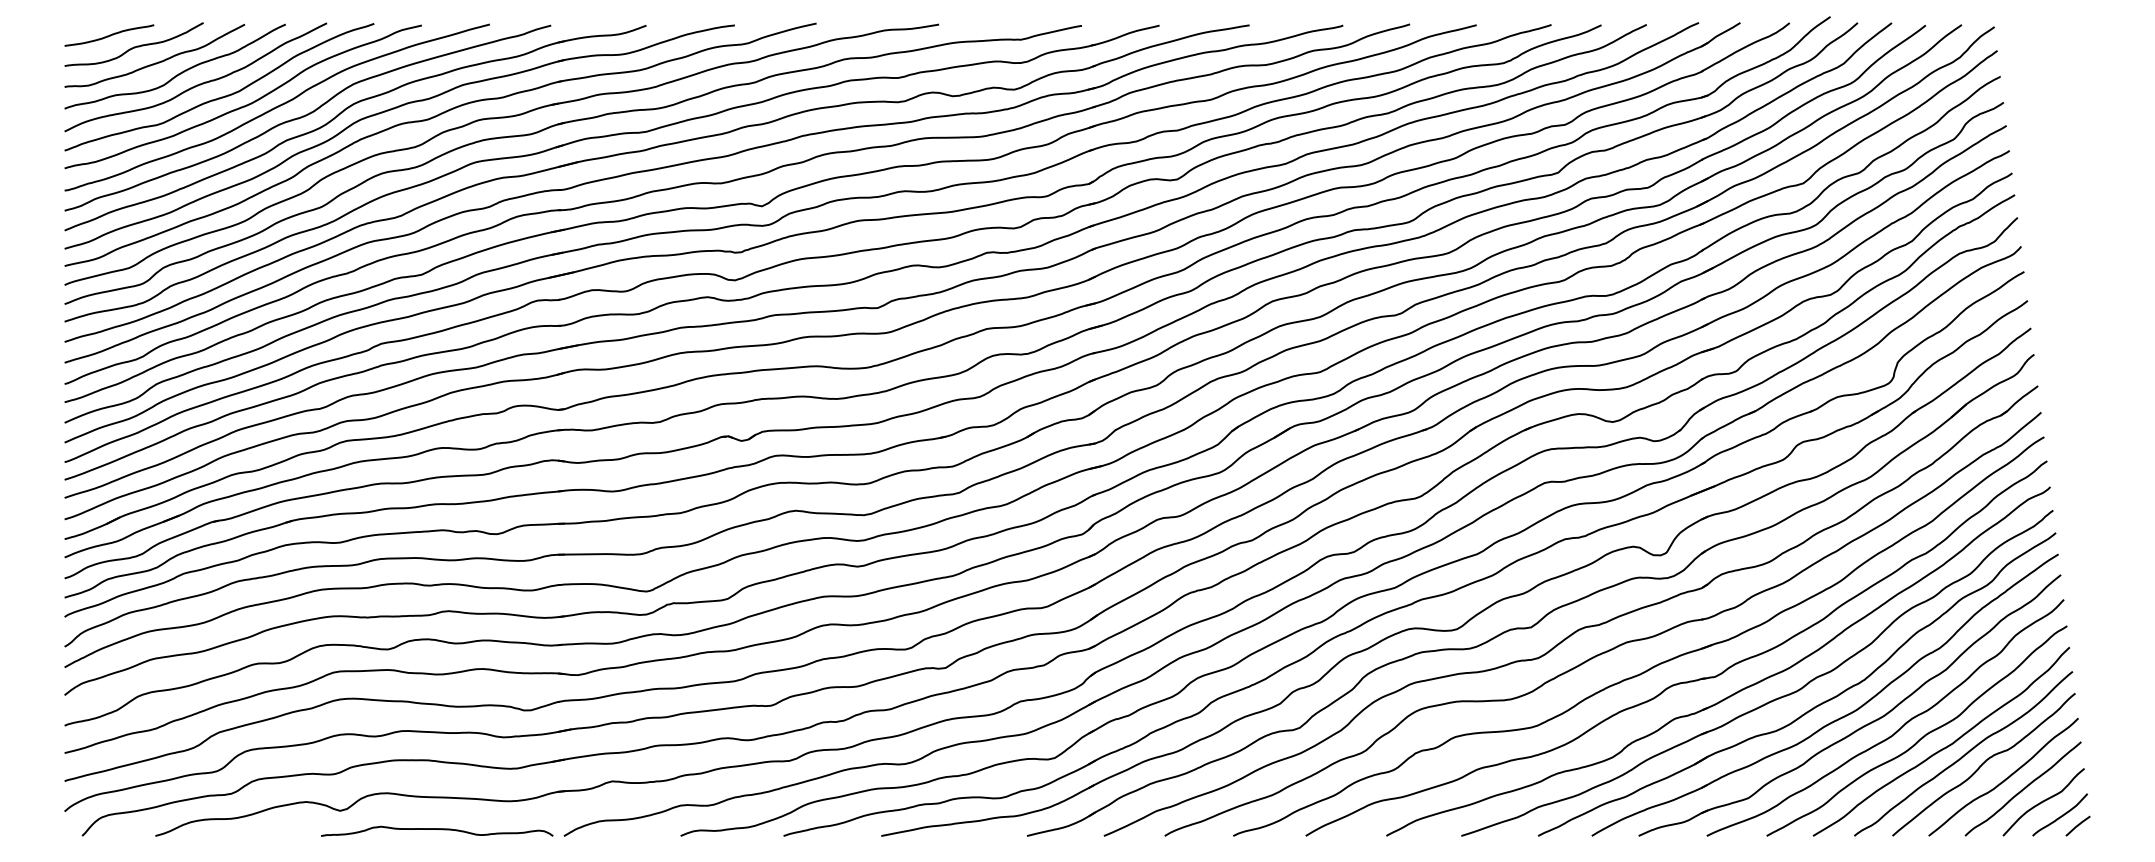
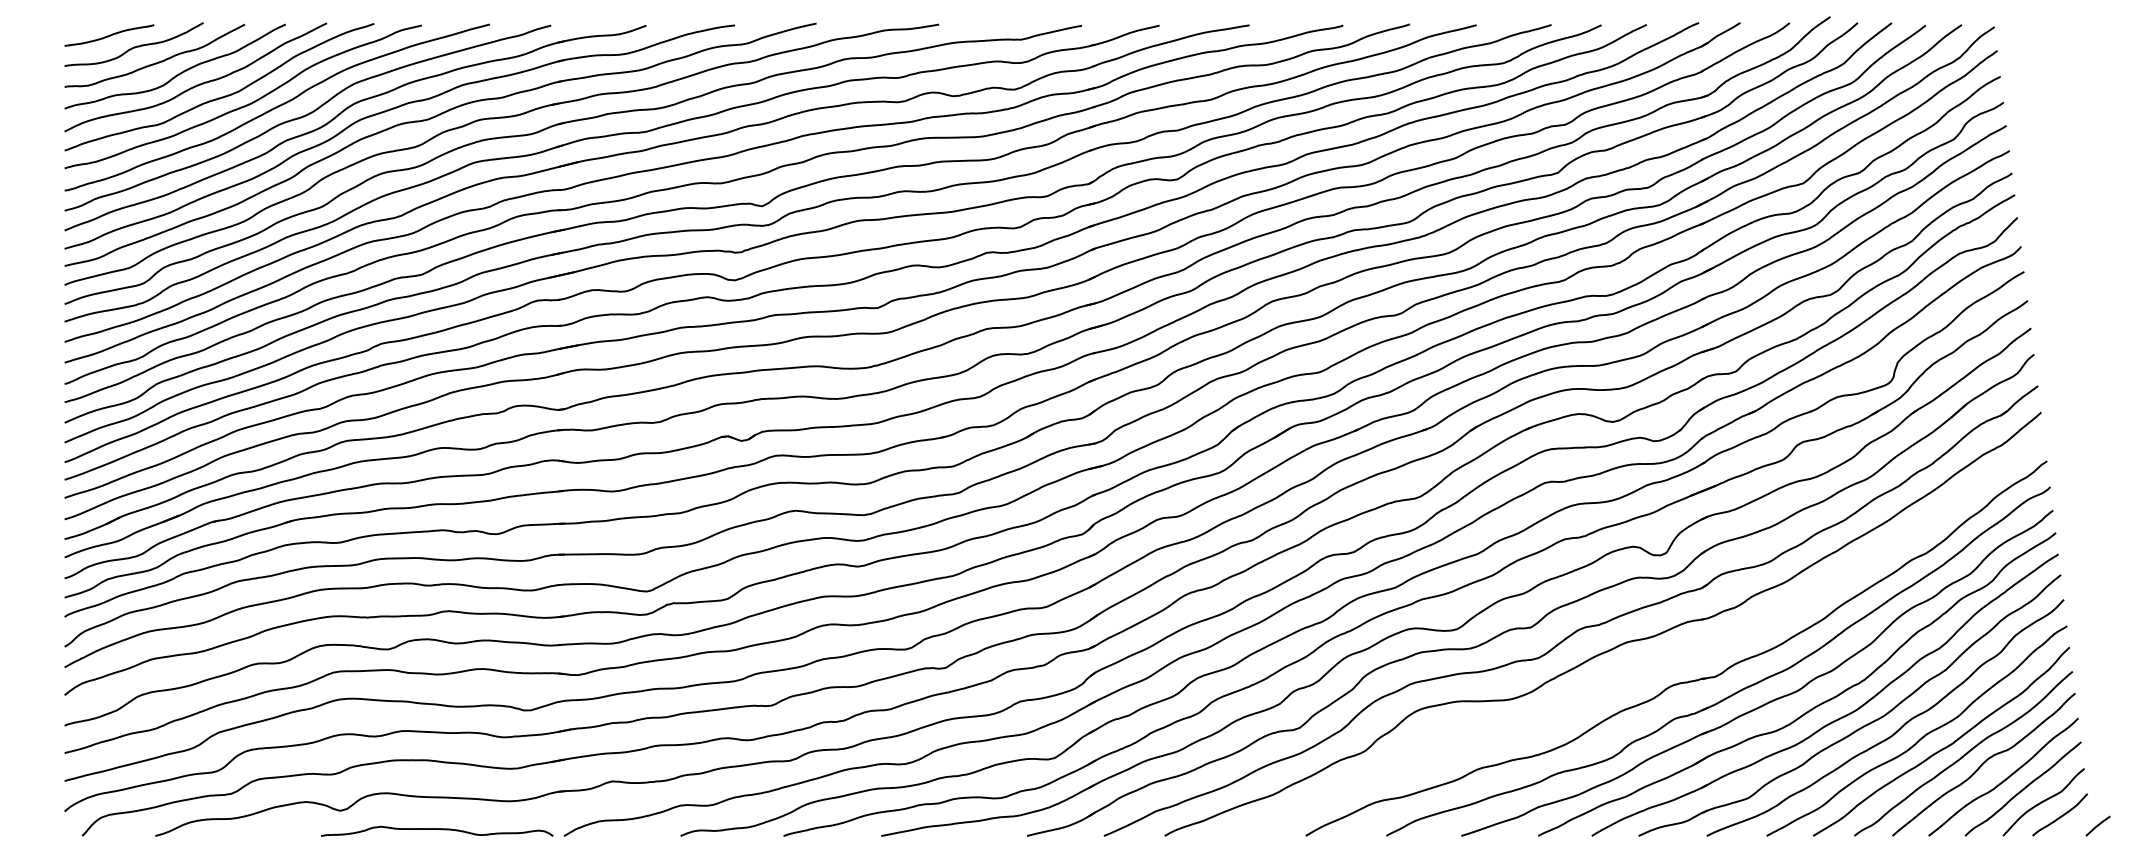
part at (1652, 666): present -> none
line at (2077, 825) position: (2077, 825) -> (2097, 825)
